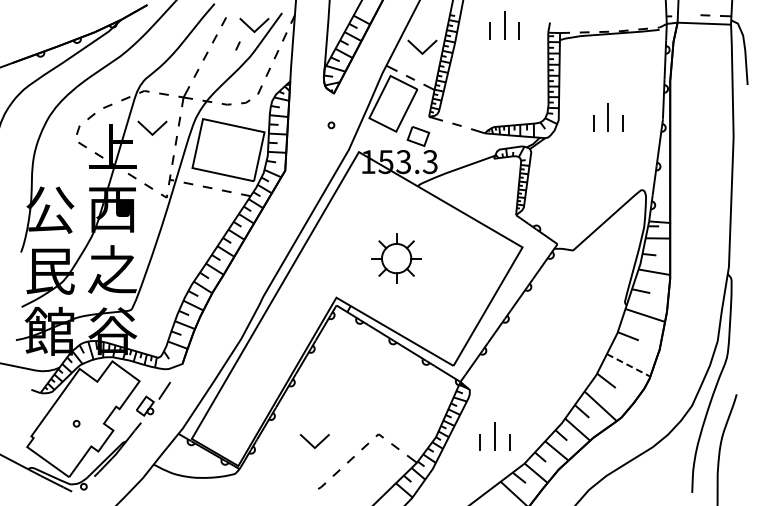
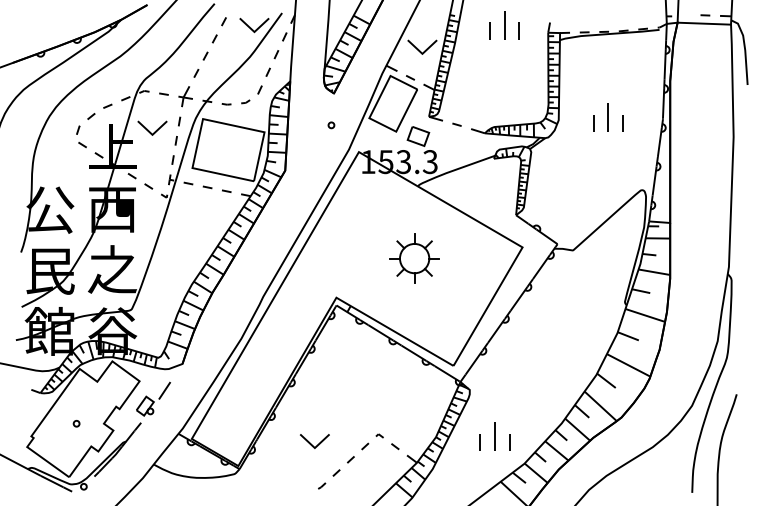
line at (237, 45): present -> none
part at (396, 258) position: (396, 258) -> (414, 258)
line at (629, 365): dashed -> solid
